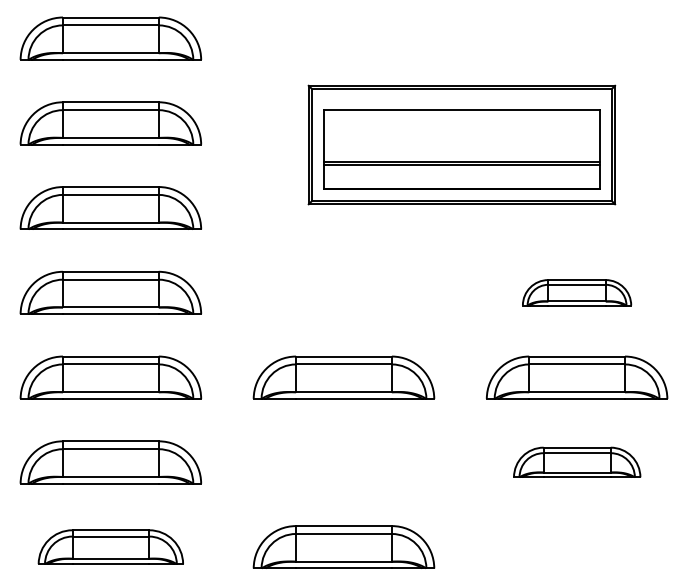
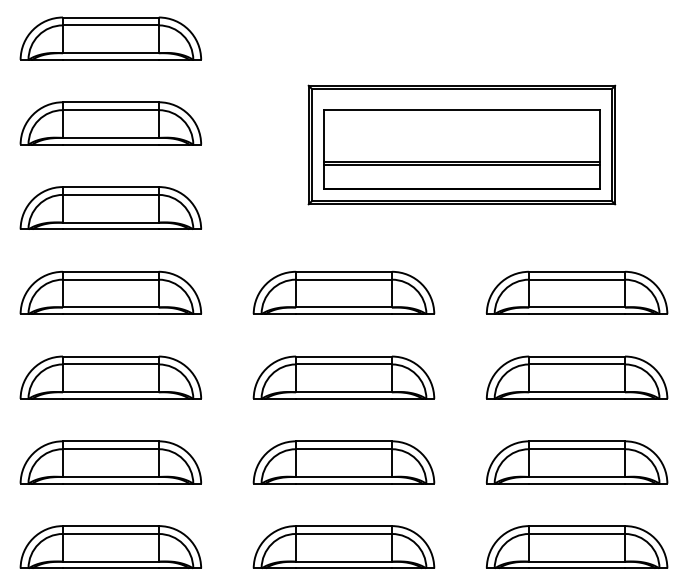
part at (343, 292): none -> present
part at (577, 292) size: 111x28 px -> 184x45 px
part at (577, 461) size: 129x32 px -> 183x45 px
part at (343, 462): none -> present
part at (110, 546) size: 147x36 px -> 184x44 px
part at (577, 546): none -> present
